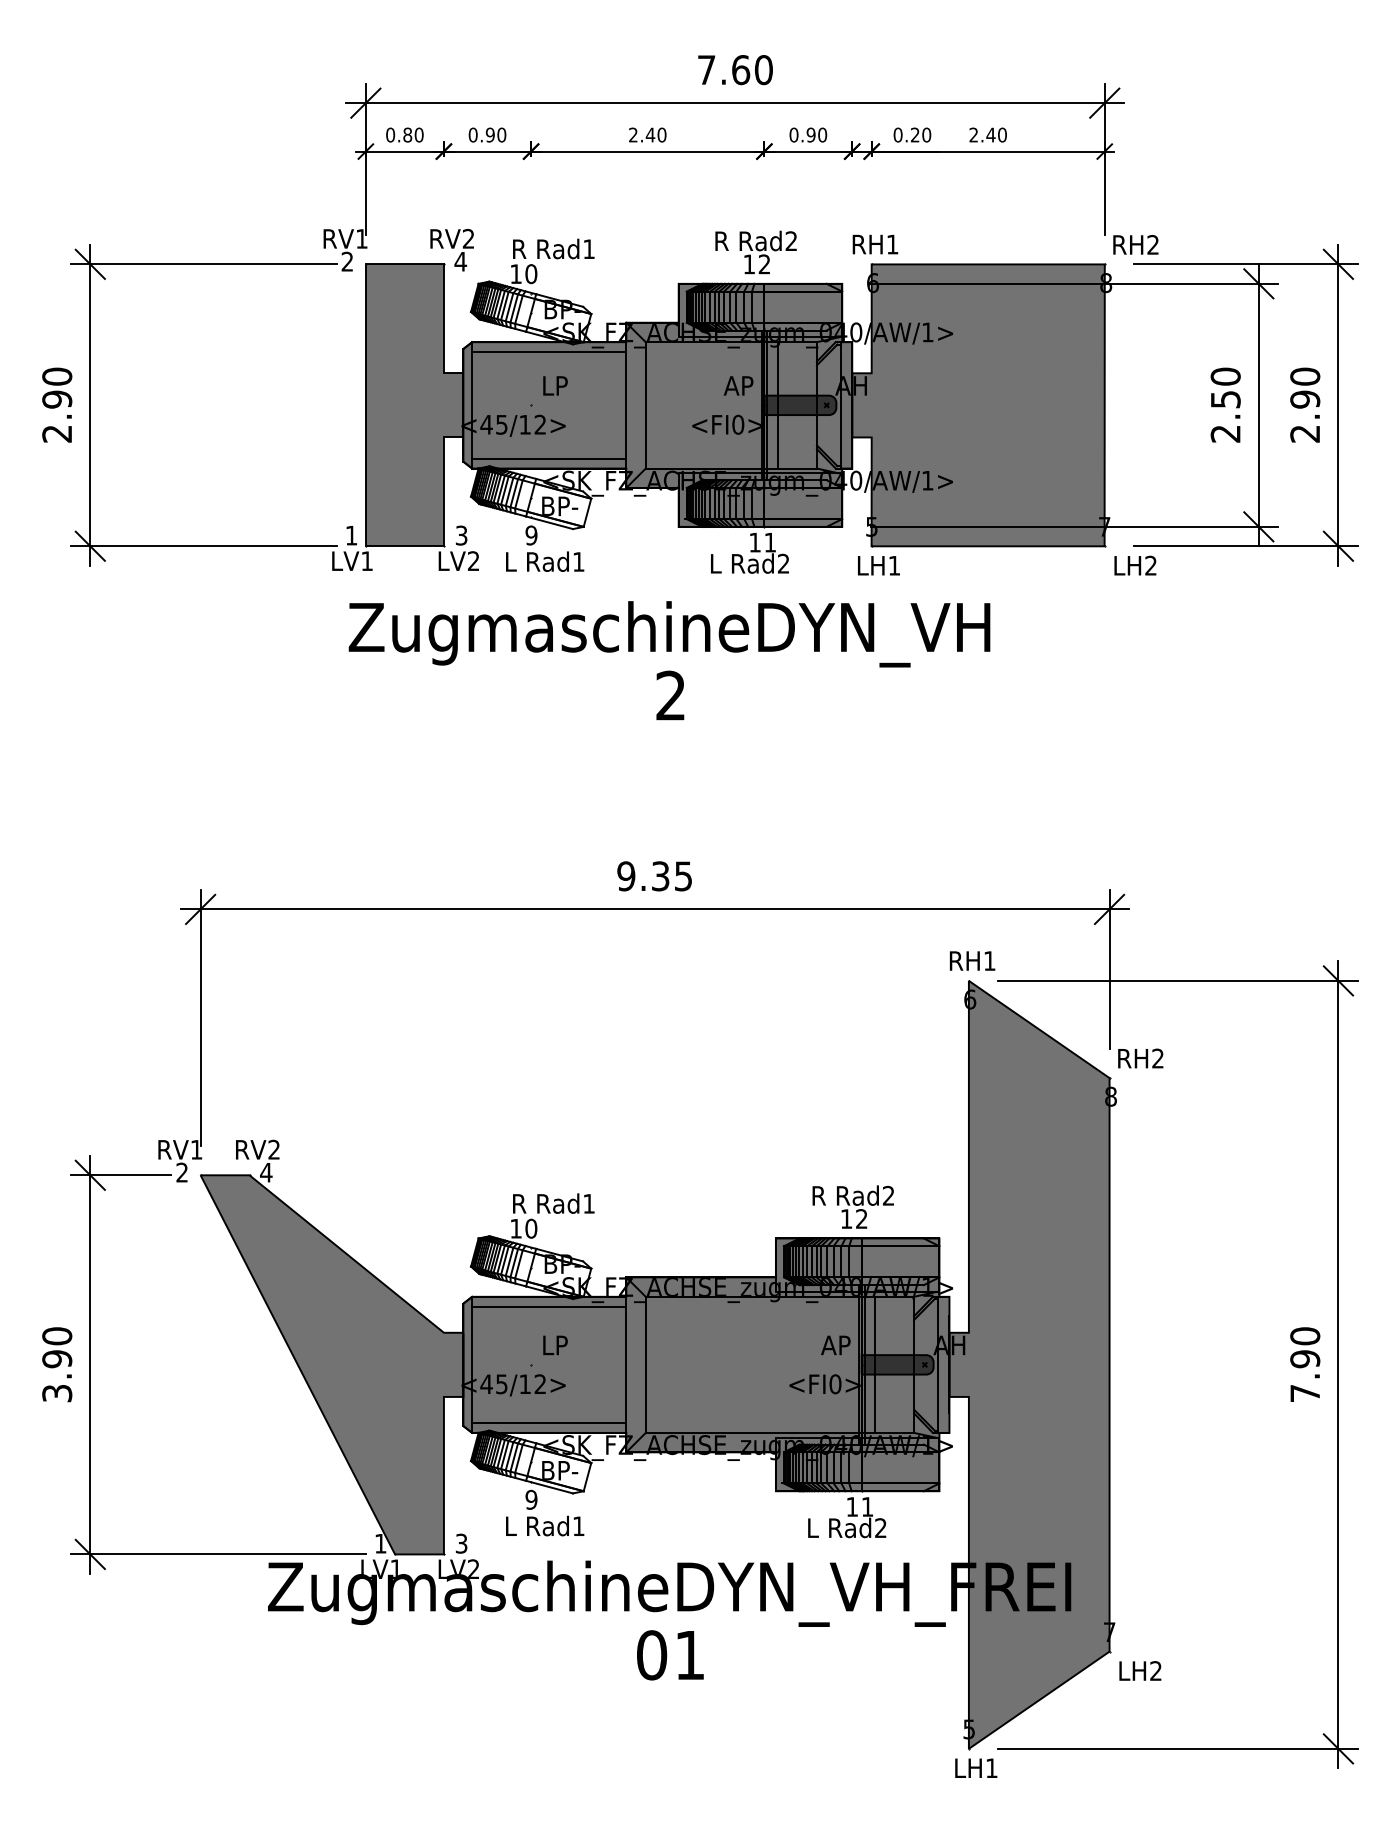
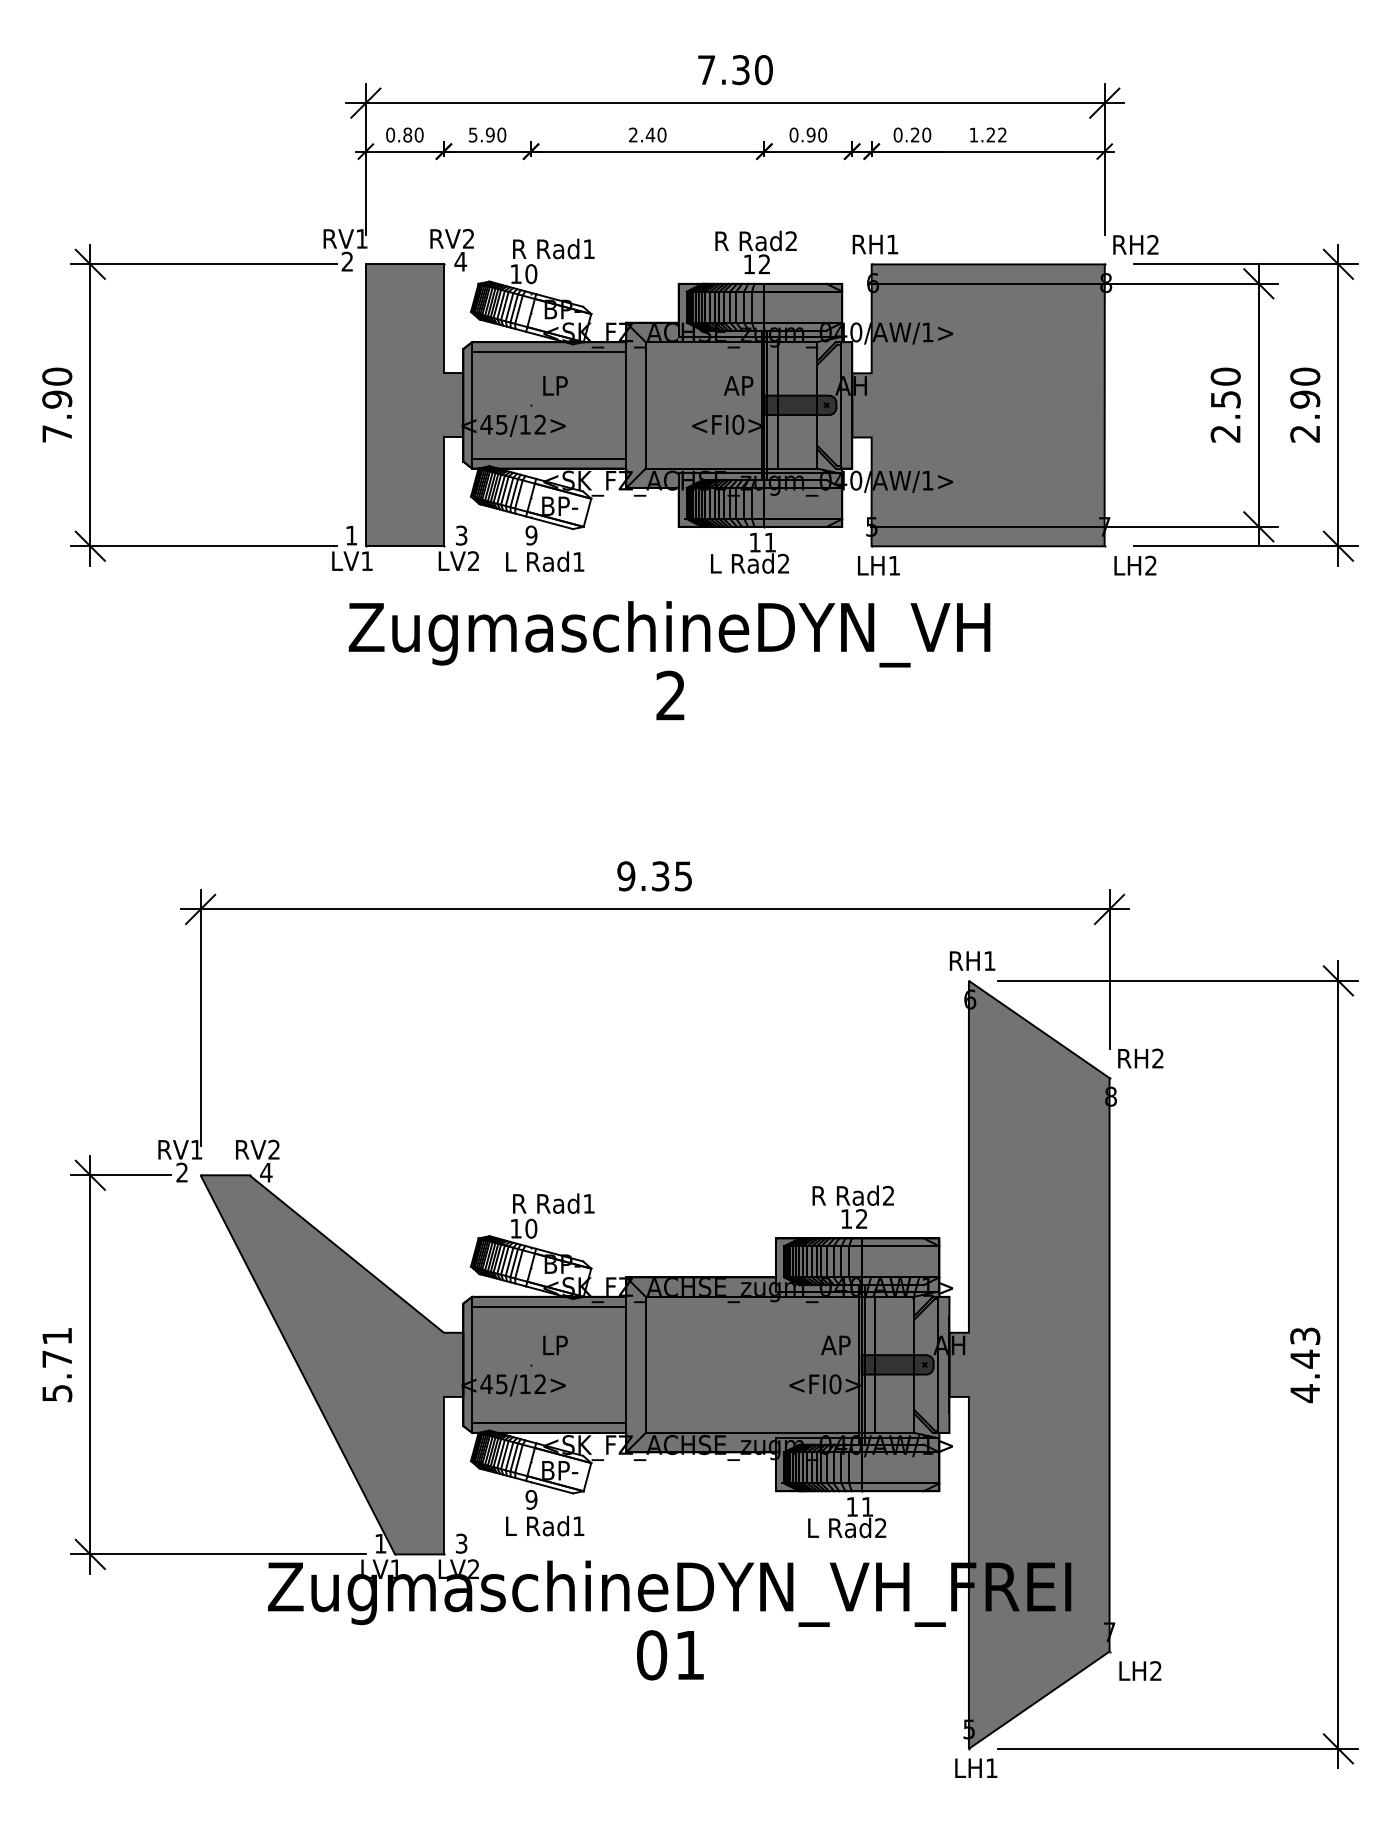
text at (741, 70): 7.60 -> 7.30
text at (472, 134): 0.90 -> 5.90
text at (987, 134): 2.40 -> 1.22
text at (56, 433): 2.90 -> 7.90
text at (57, 1364): 3.90 -> 5.71
text at (1305, 1365): 7.90 -> 4.43
